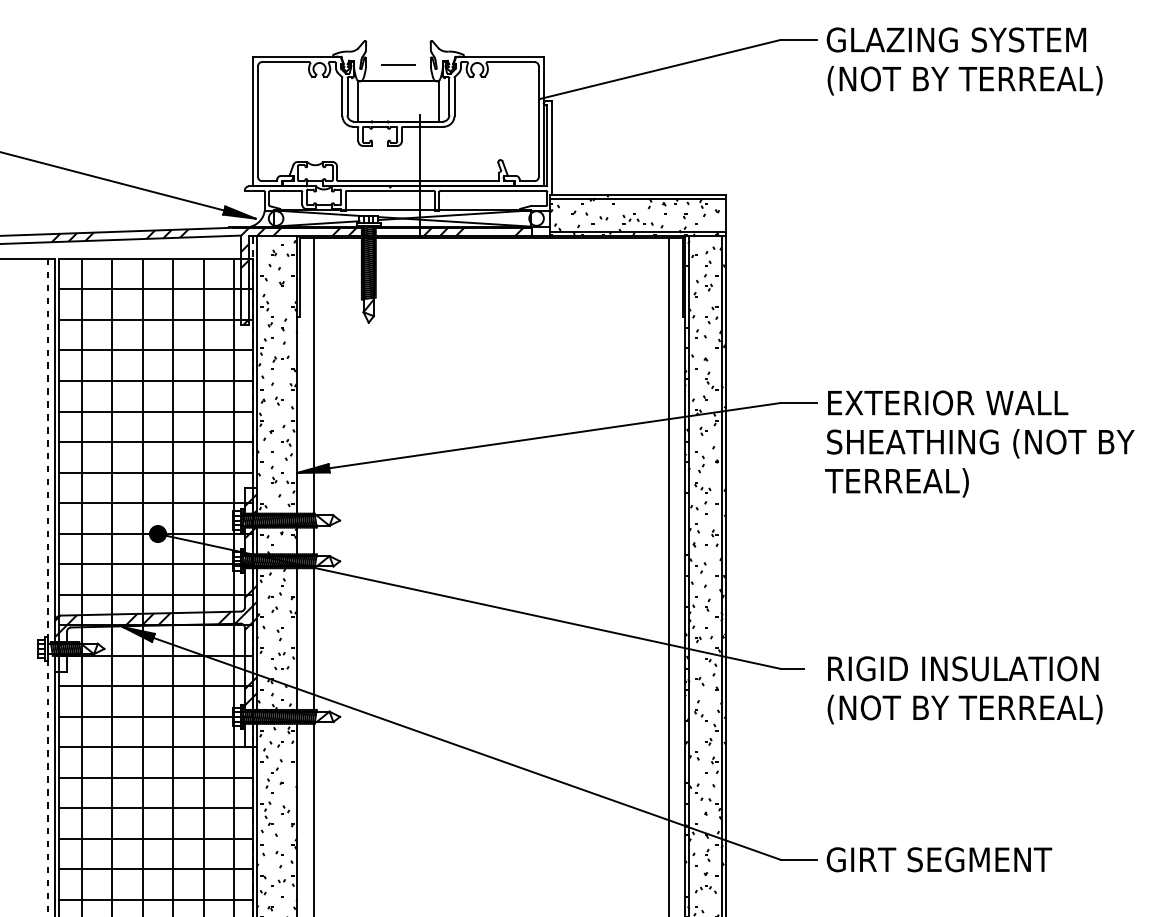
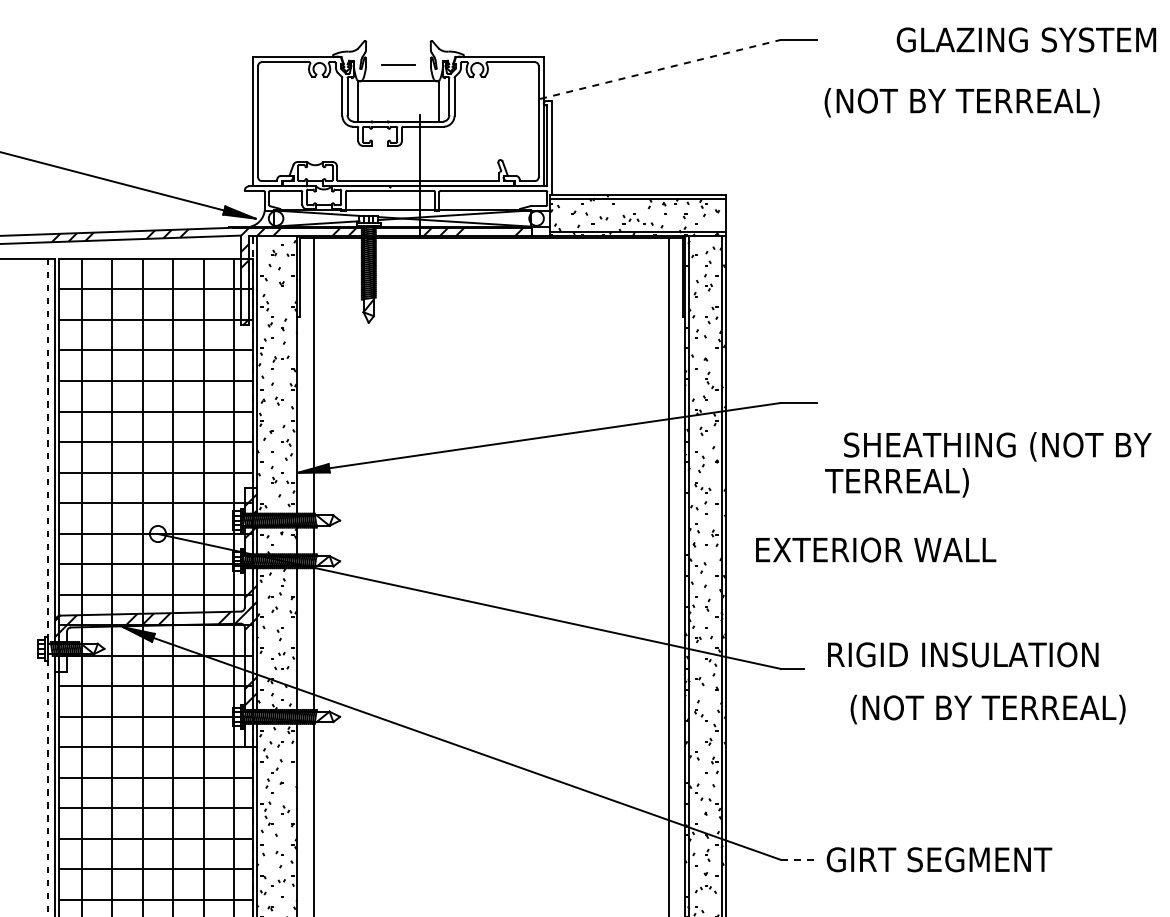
text at (956, 39) position: (956, 39) -> (1026, 39)
line at (660, 69): solid -> dashed
text at (964, 80) position: (964, 80) -> (961, 102)
text at (948, 402) position: (948, 402) -> (876, 549)
text at (980, 443) position: (980, 443) -> (997, 446)
fill at (157, 533): present -> none
text at (963, 668) position: (963, 668) -> (963, 654)
text at (964, 709) position: (964, 709) -> (987, 709)
line at (799, 859): solid -> dashed
